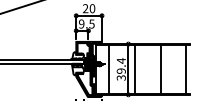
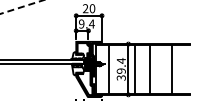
line at (22, 6): solid -> dashed
text at (91, 23): 9.5 -> 9.4
line at (160, 69) position: (160, 69) -> (149, 69)
line at (186, 69) position: (186, 69) -> (172, 69)
